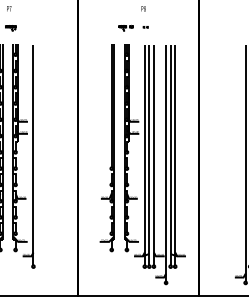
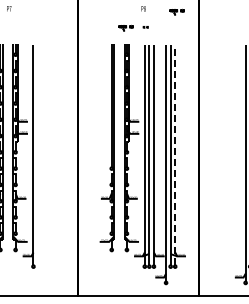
part at (176, 11): none -> present
part at (10, 28): present -> none
line at (175, 154): solid -> dashed
